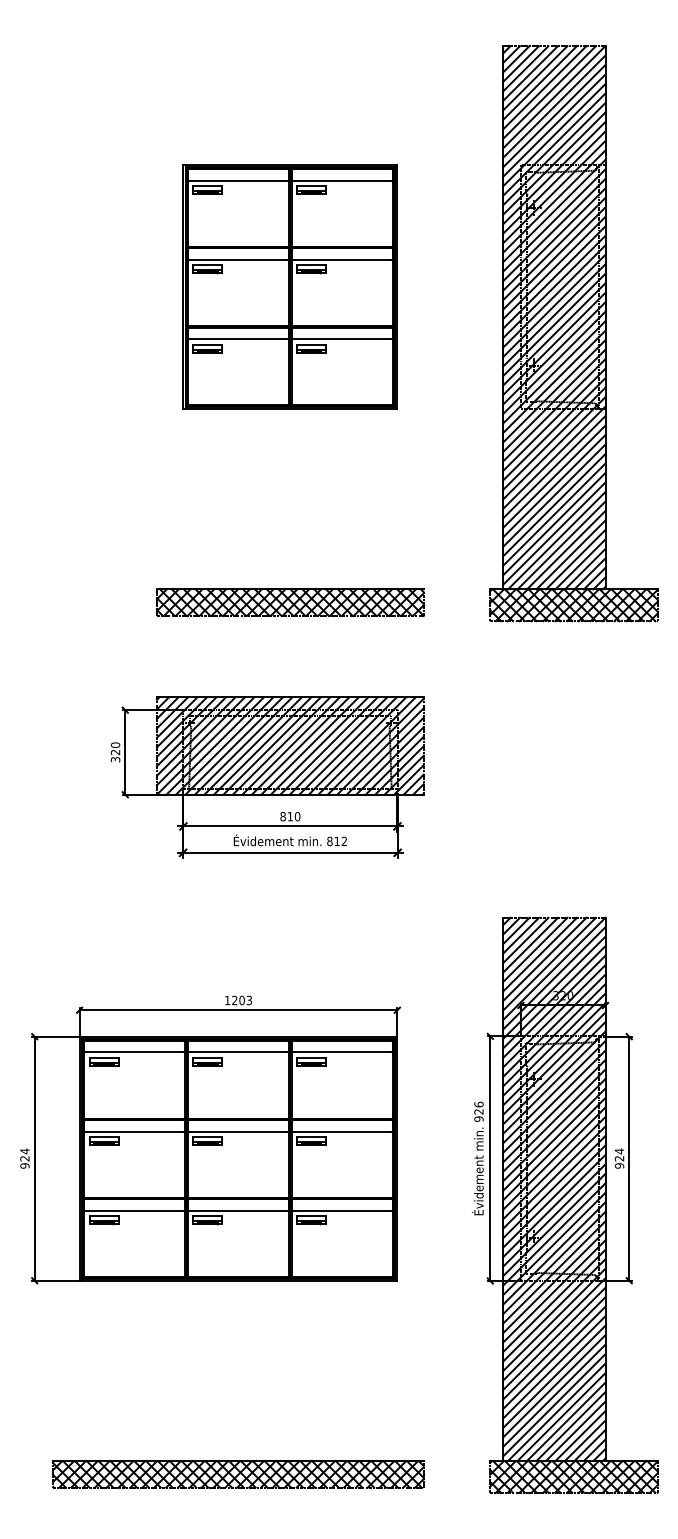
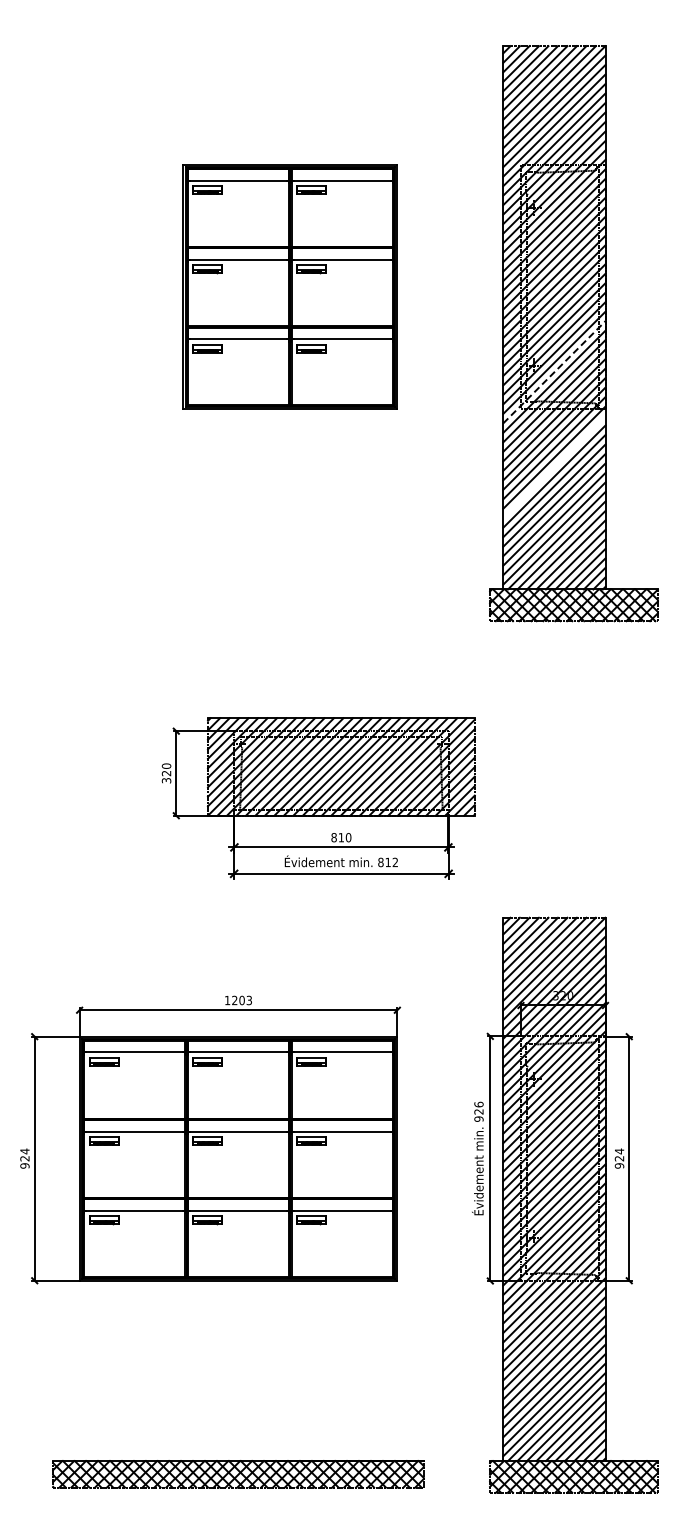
line at (554, 371): solid -> dashed
line at (554, 467): present -> none
part at (289, 602): present -> none
part at (267, 777) position: (267, 777) -> (318, 798)
